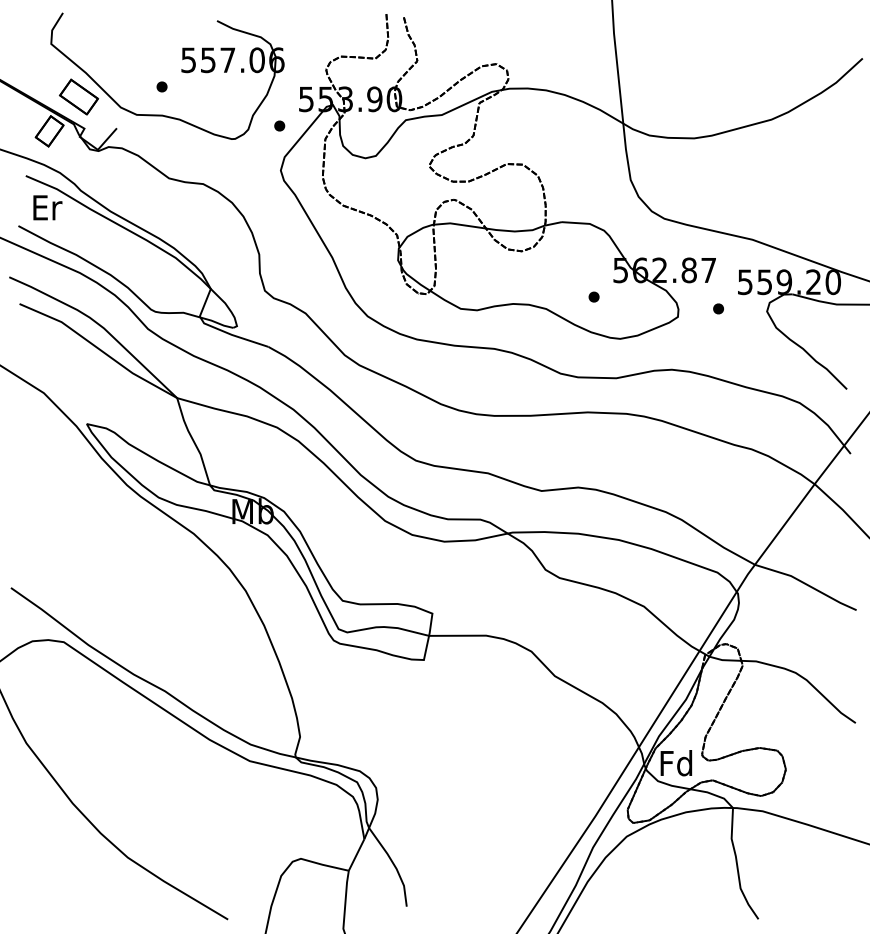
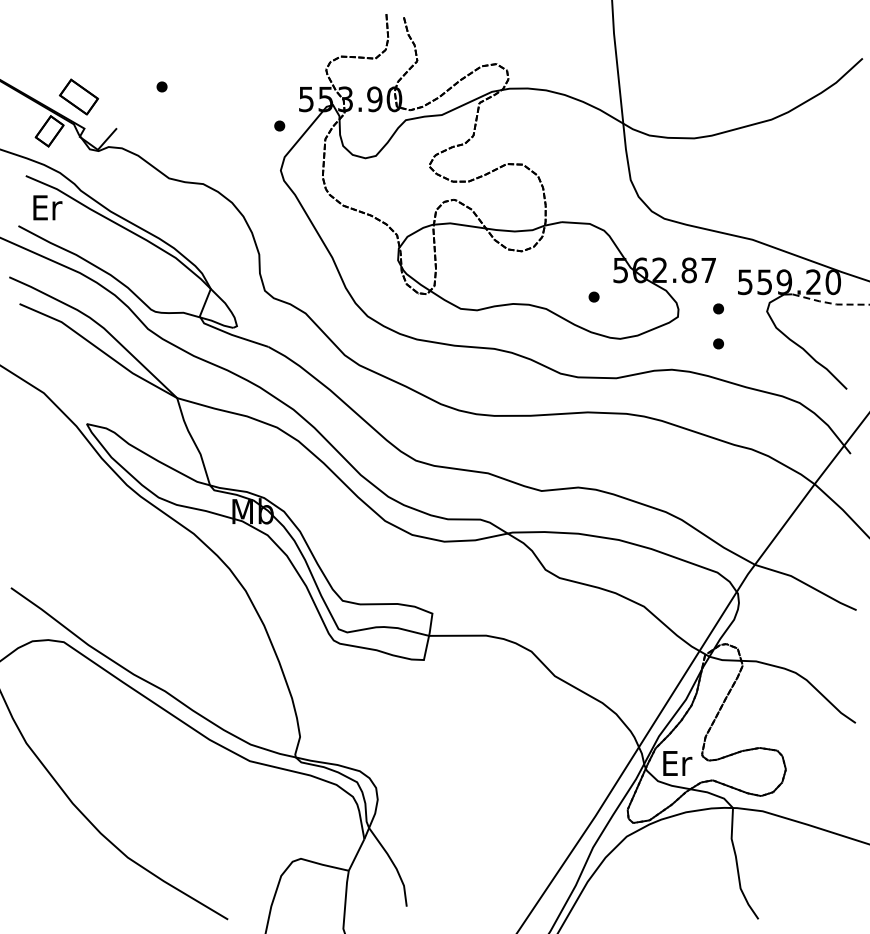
part at (181, 72): present -> none
line at (829, 303): solid -> dashed
part at (718, 343): none -> present
text at (676, 763): Fd -> Er
